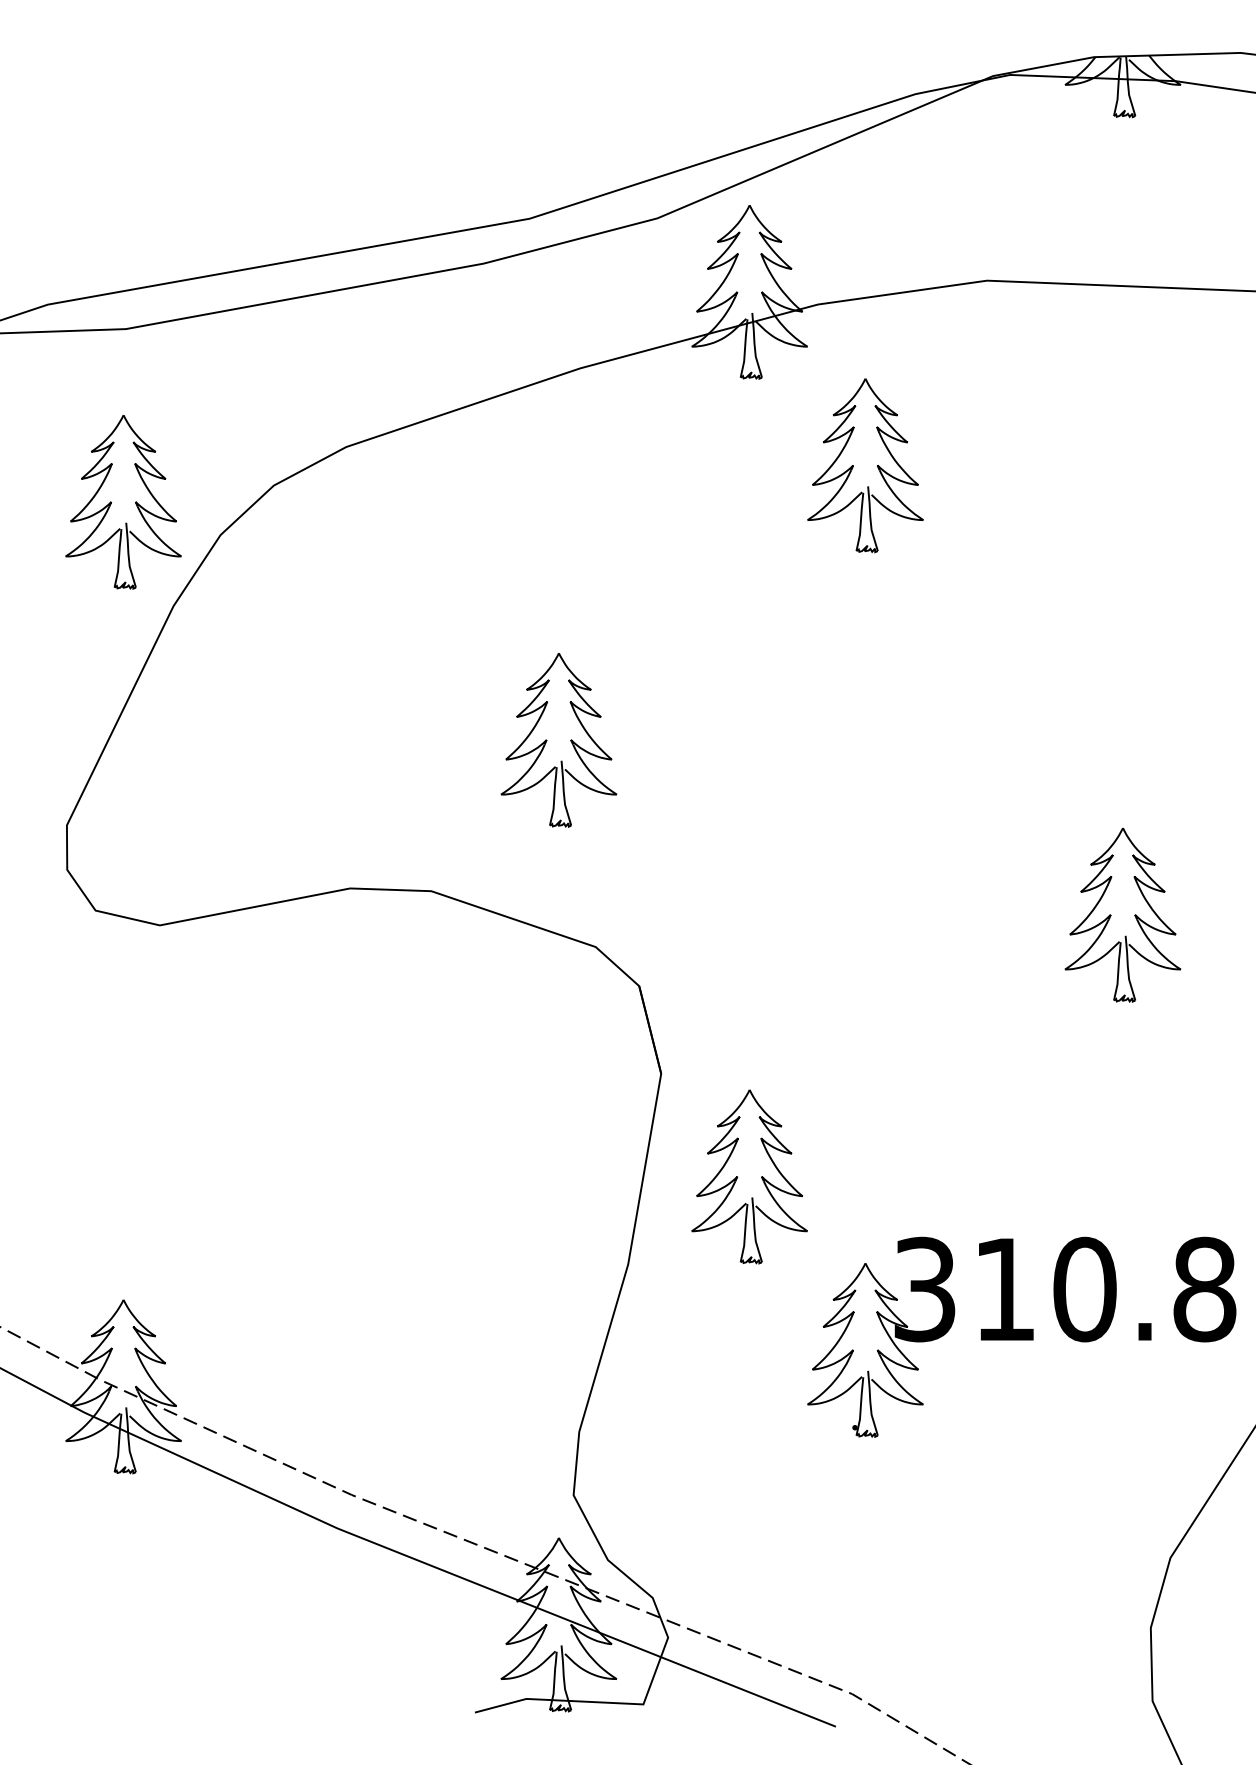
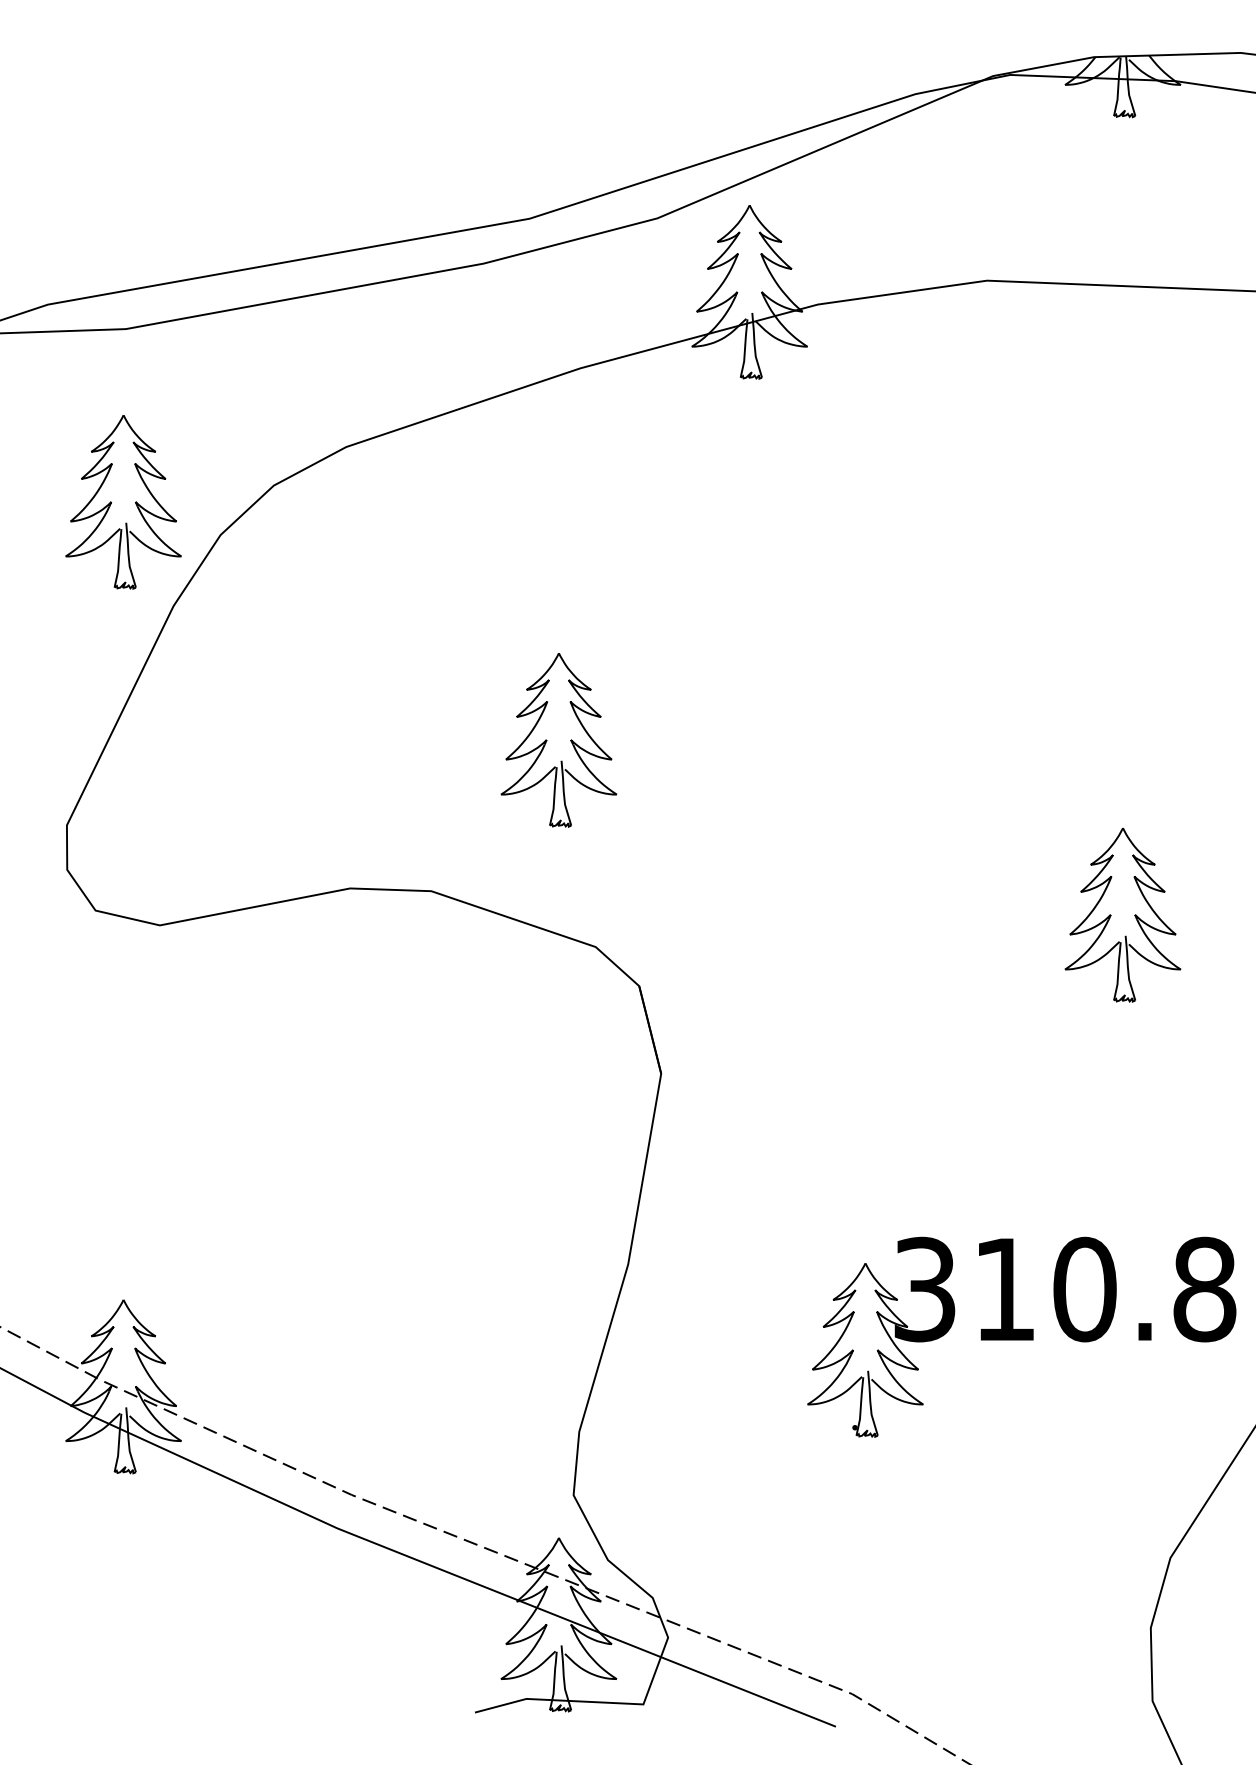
part at (853, 465): present -> none
part at (749, 1176): present -> none
